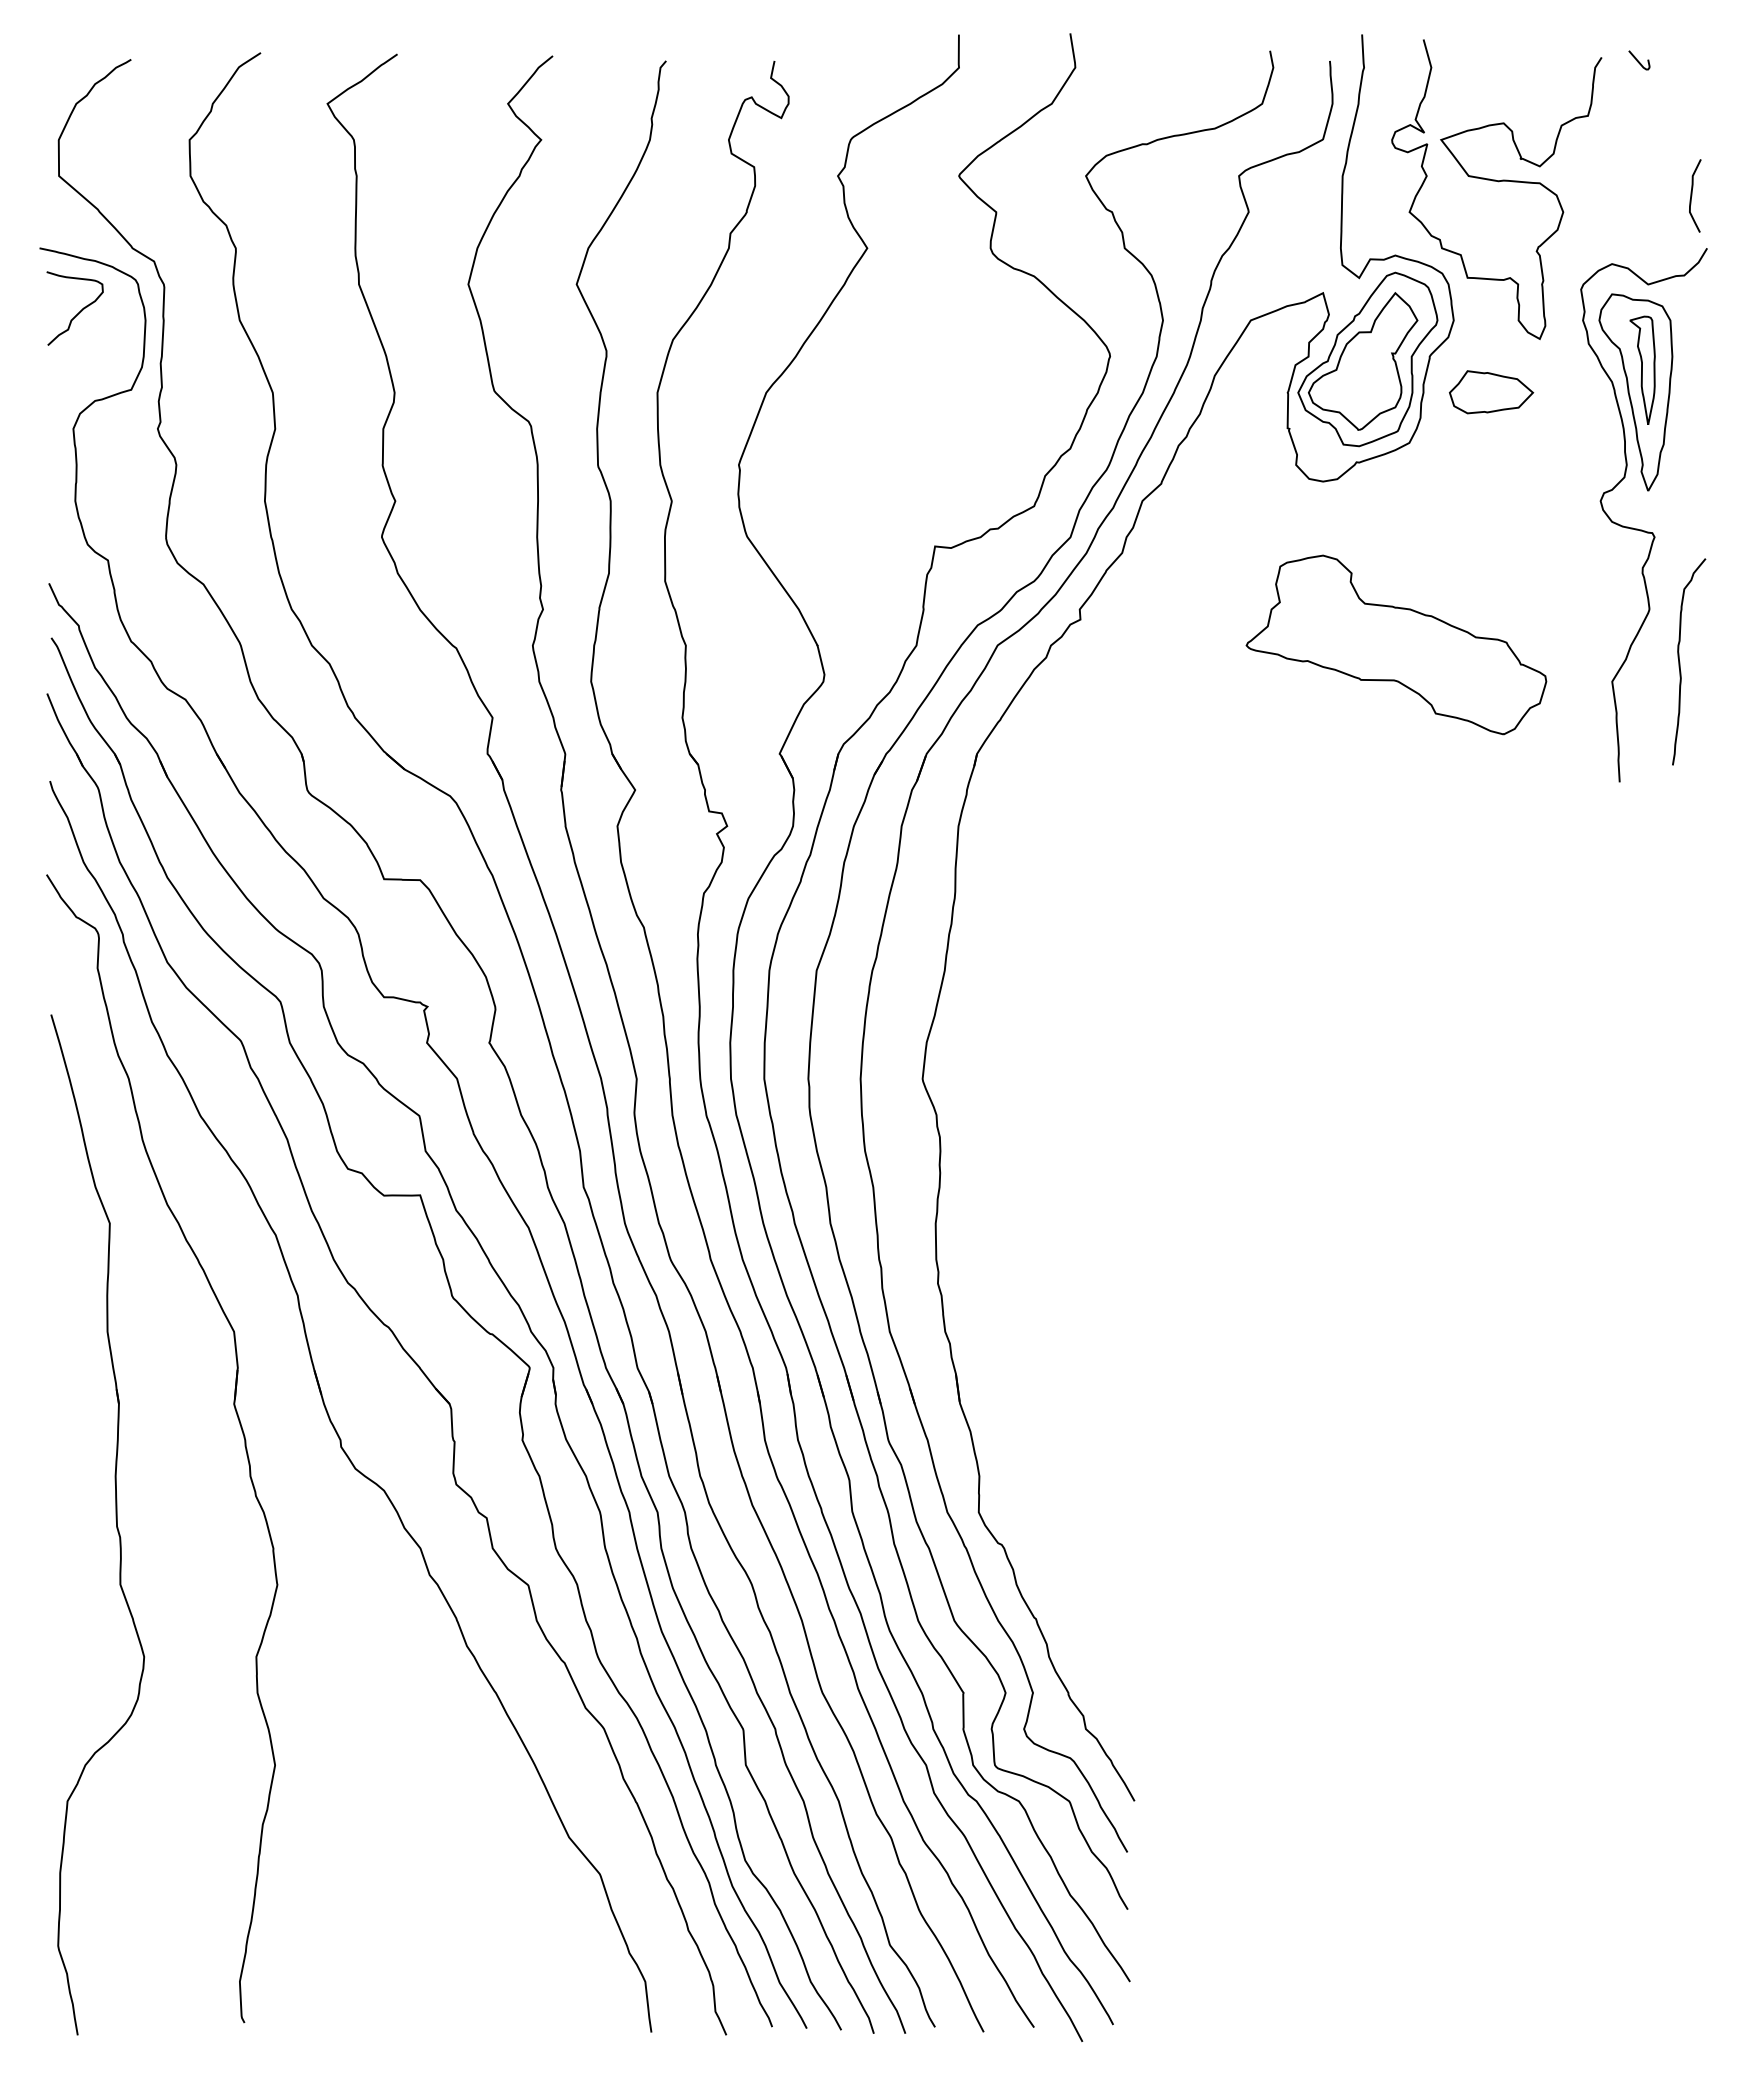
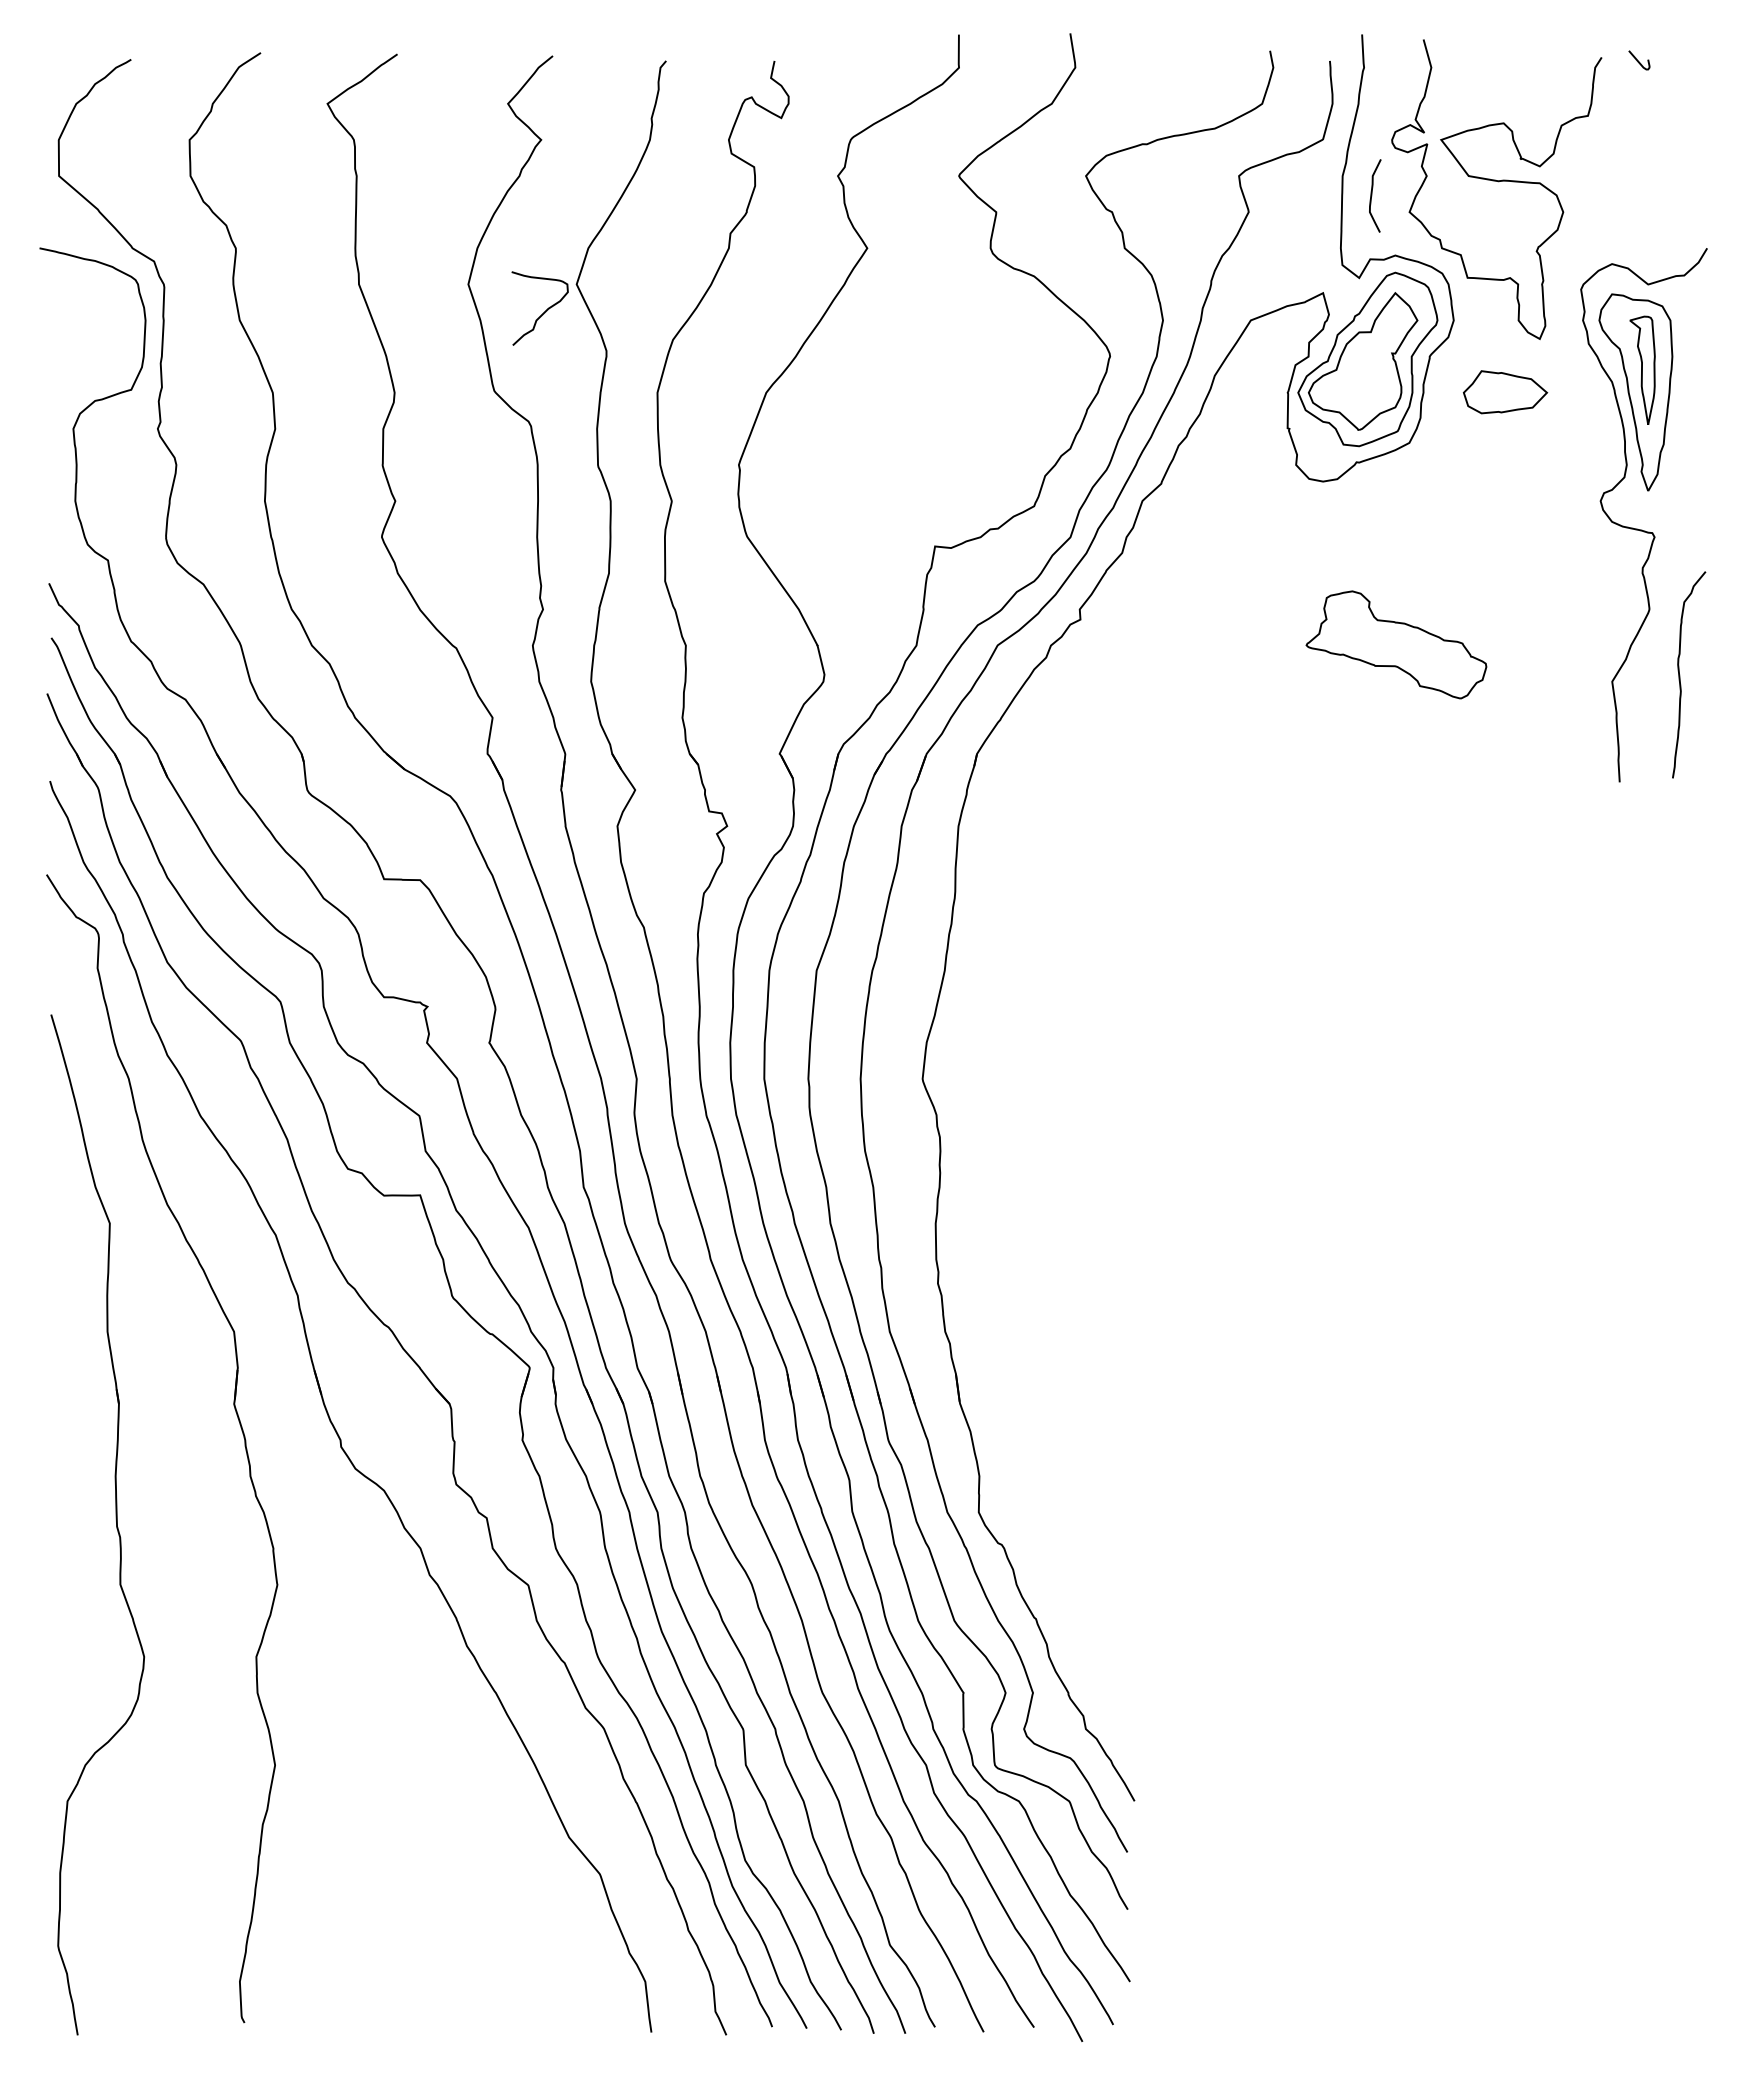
curve at (1692, 195) position: (1692, 195) -> (1372, 195)
curve at (78, 312) position: (78, 312) -> (543, 312)
part at (1491, 392) position: (1491, 392) -> (1505, 392)
part at (1396, 644) size: 303x182 px -> 183x110 px
curve at (1680, 662) position: (1680, 662) -> (1680, 675)
